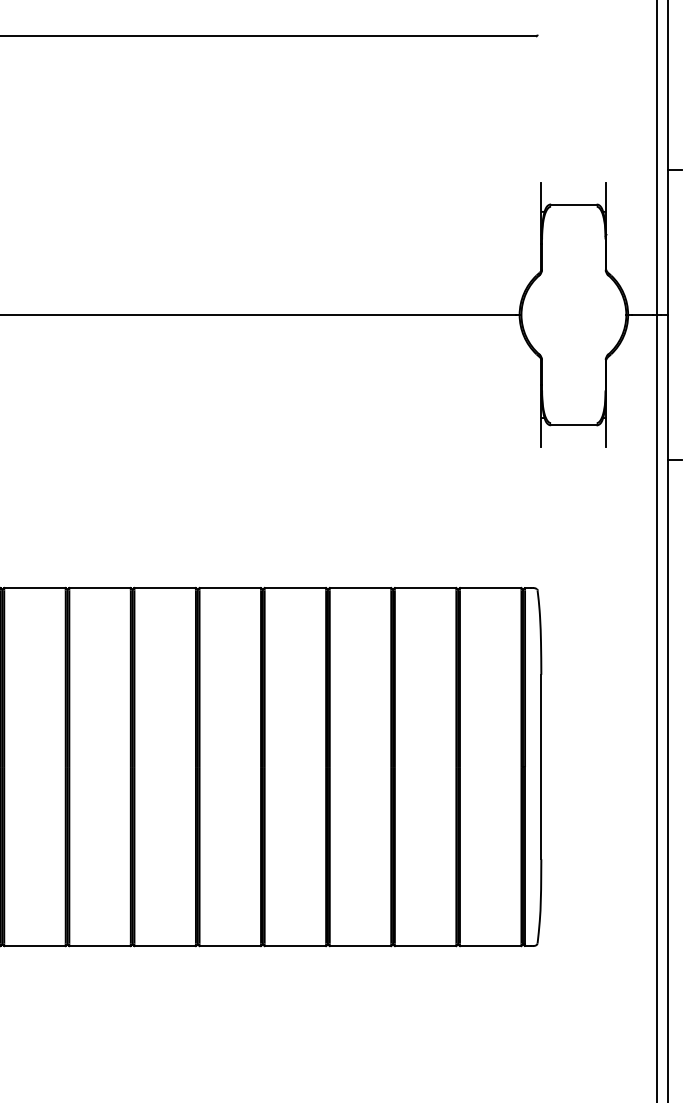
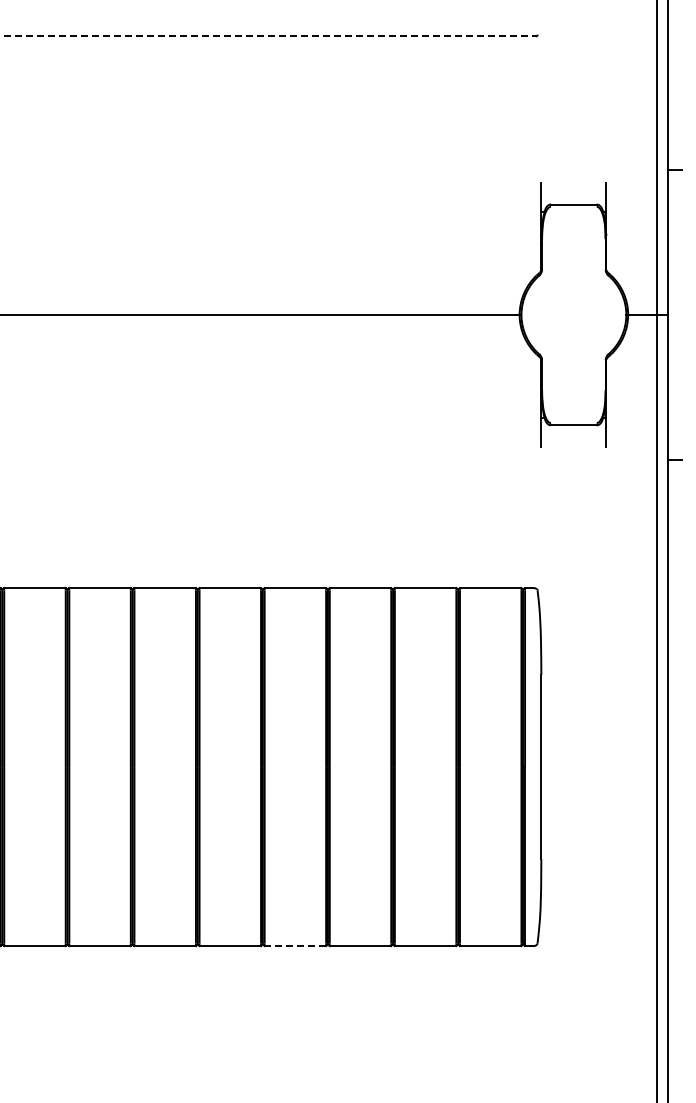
line at (268, 36): solid -> dashed
line at (295, 946): solid -> dashed
